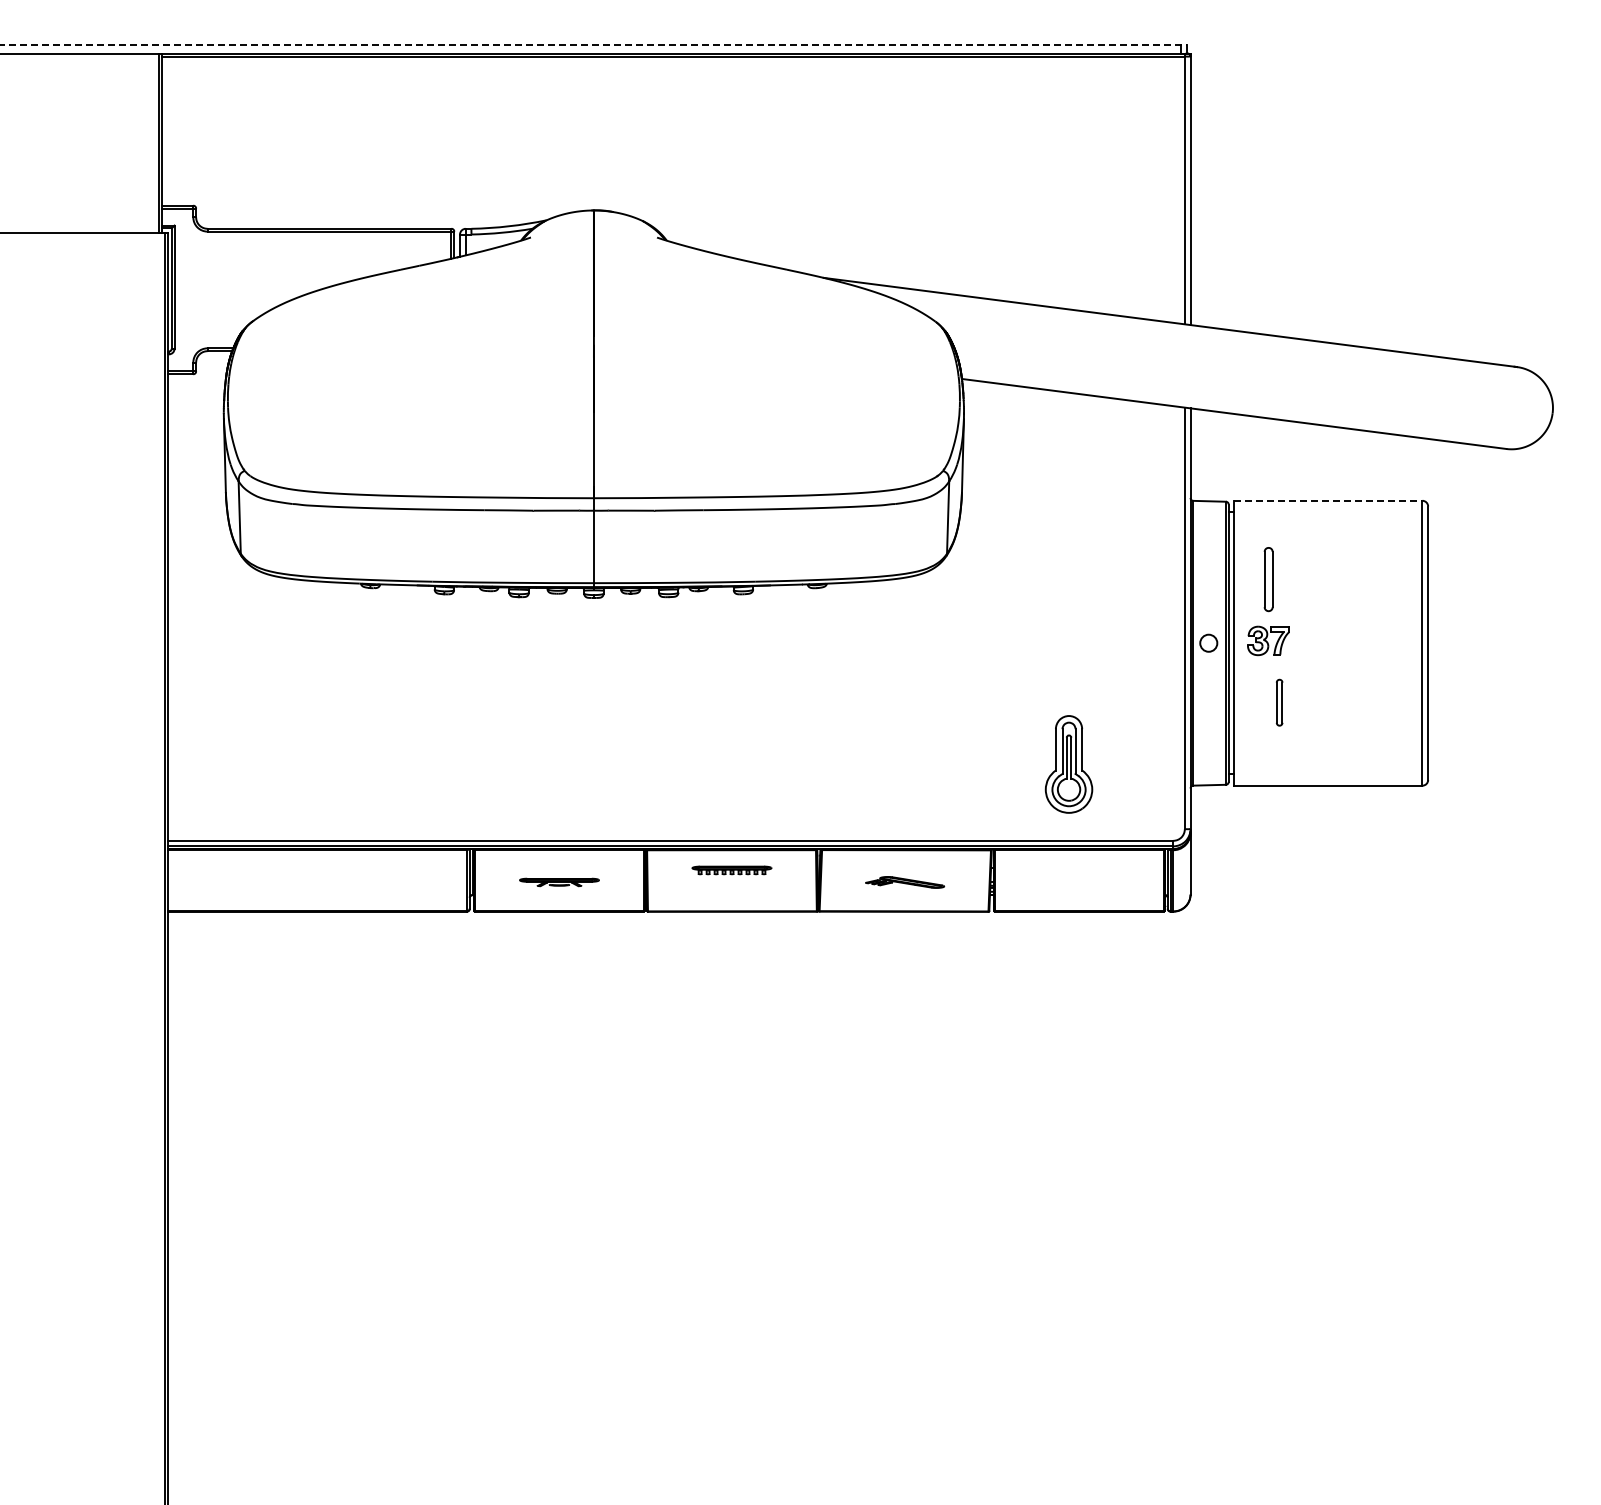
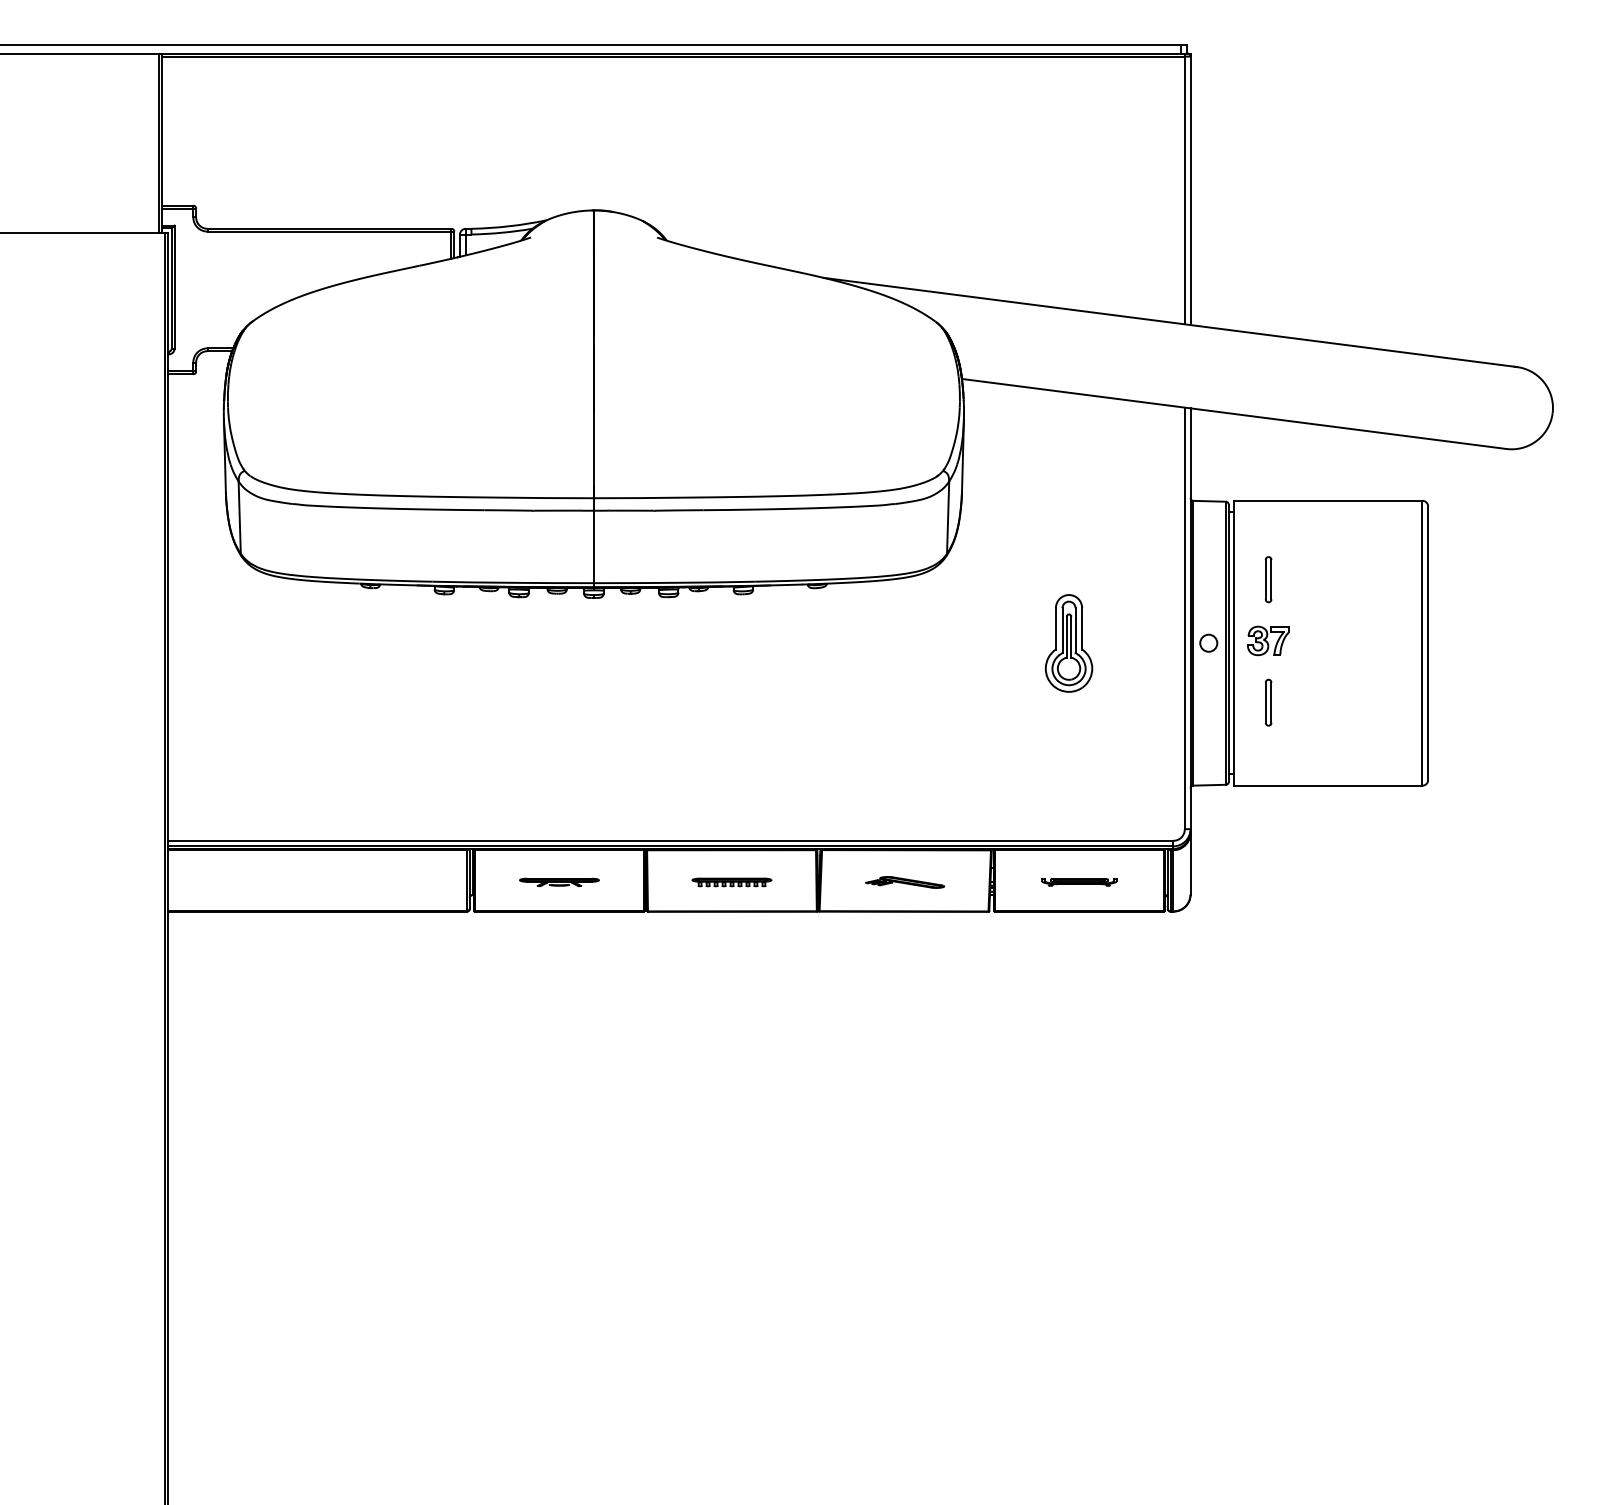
line at (593, 44): dashed -> solid
line at (1328, 500): dashed -> solid
part at (1268, 579) size: 11x66 px -> 9x48 px
part at (1279, 702) position: (1279, 702) -> (1268, 702)
part at (1068, 764) position: (1068, 764) -> (1068, 643)
part at (731, 870) position: (731, 870) -> (731, 882)
part at (1079, 882): none -> present
